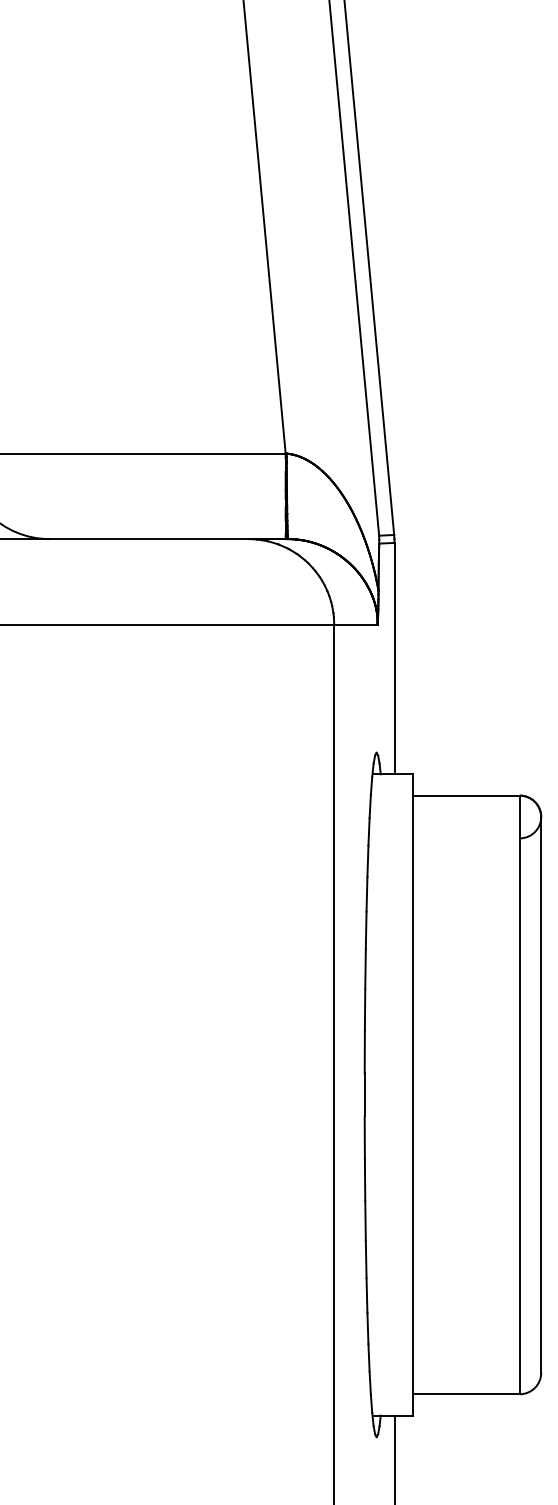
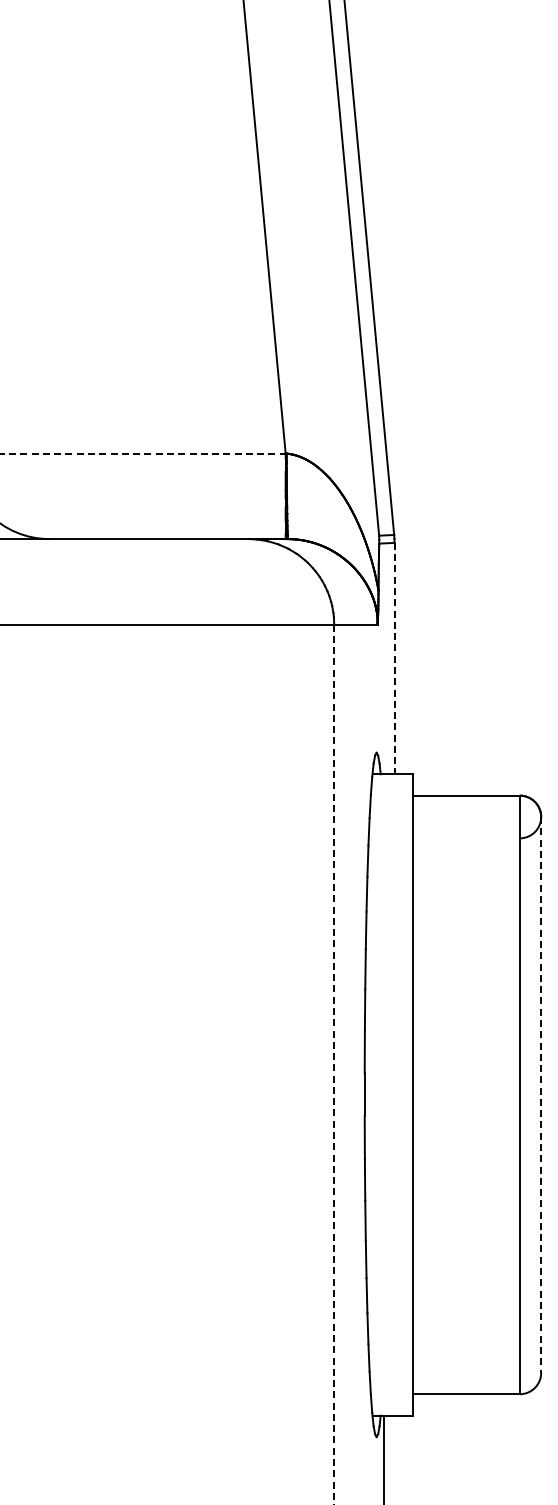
line at (143, 453): solid -> dashed
line at (394, 658): solid -> dashed
line at (334, 1064): solid -> dashed
line at (541, 1094): solid -> dashed
line at (394, 1458) position: (394, 1458) -> (383, 1458)
